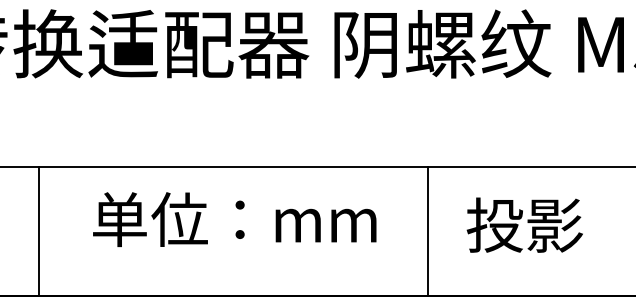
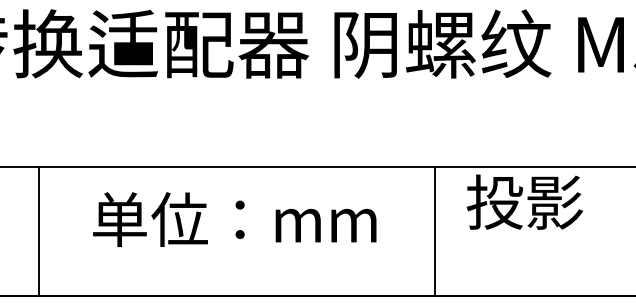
text at (524, 224) position: (524, 224) -> (524, 201)
line at (427, 231) position: (427, 231) -> (434, 231)
